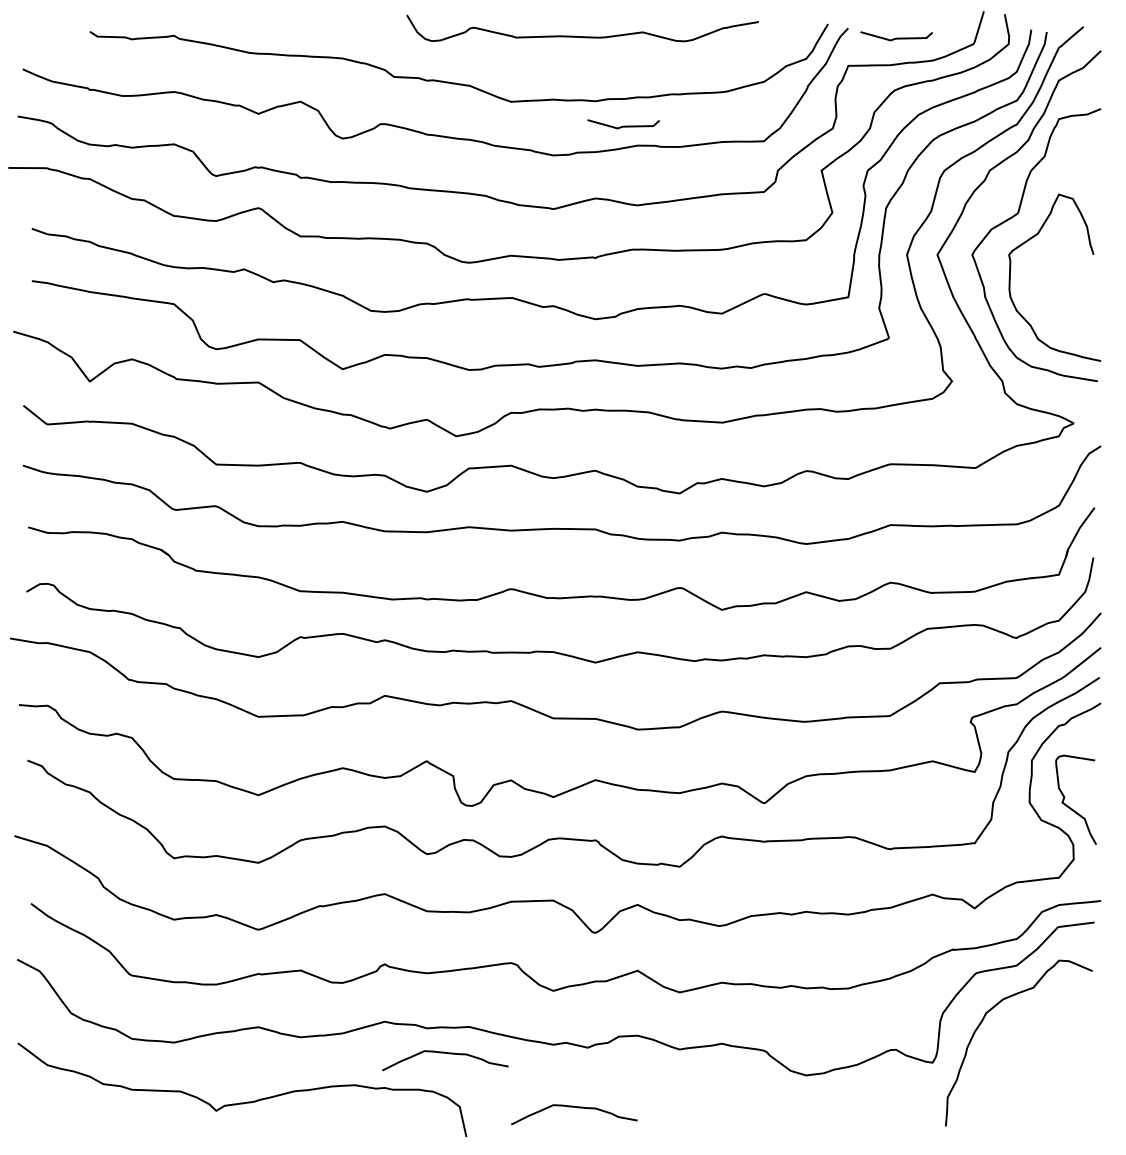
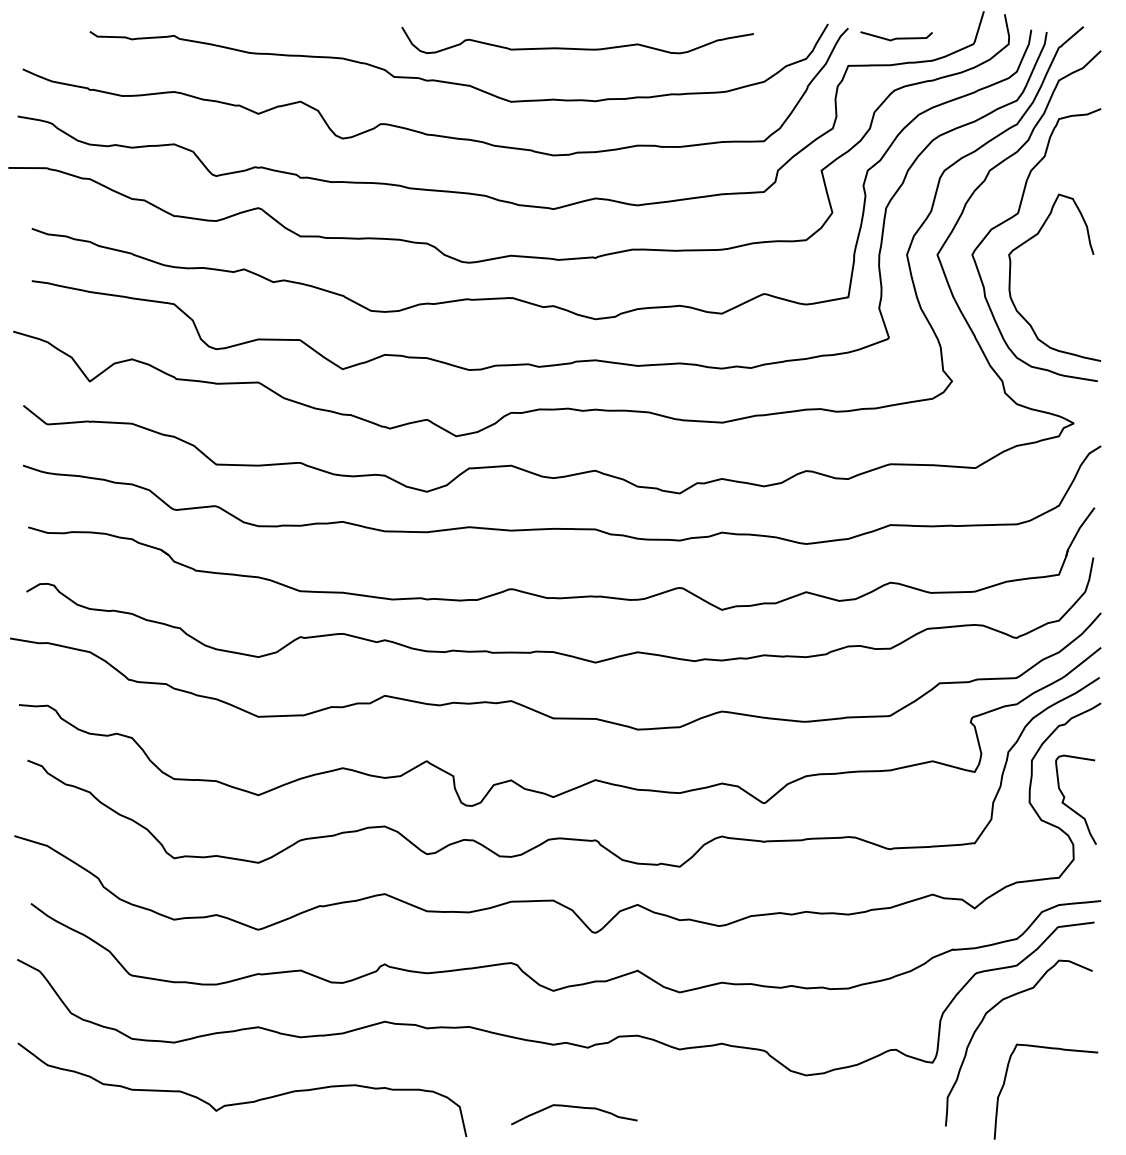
curve at (582, 36) position: (582, 36) -> (577, 48)
curve at (623, 125): present -> none
curve at (448, 1054): present -> none
curve at (1005, 1082): none -> present
